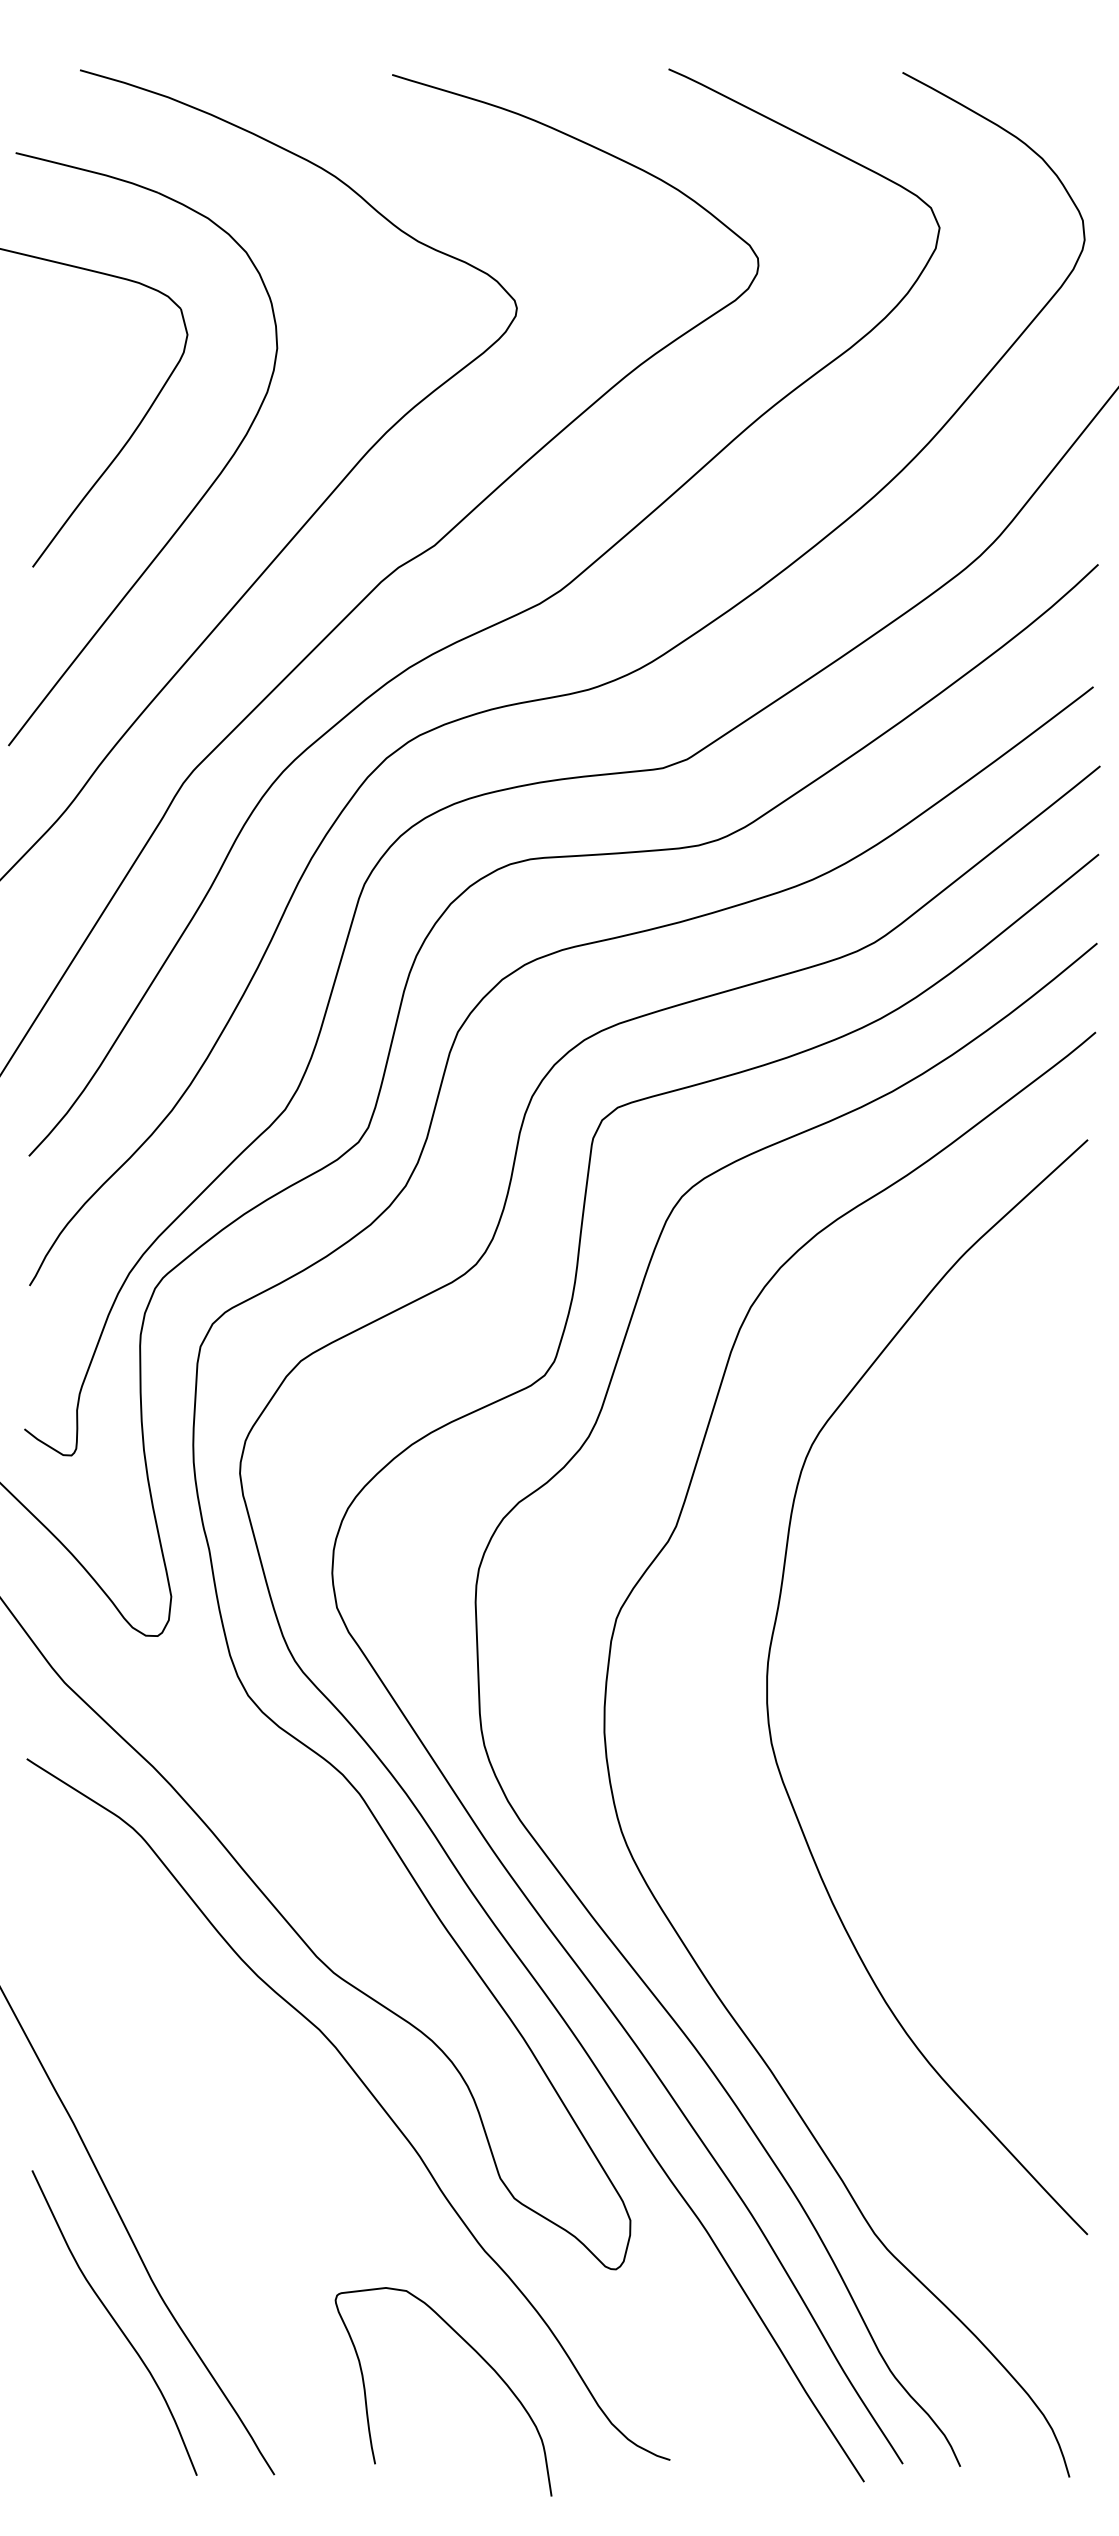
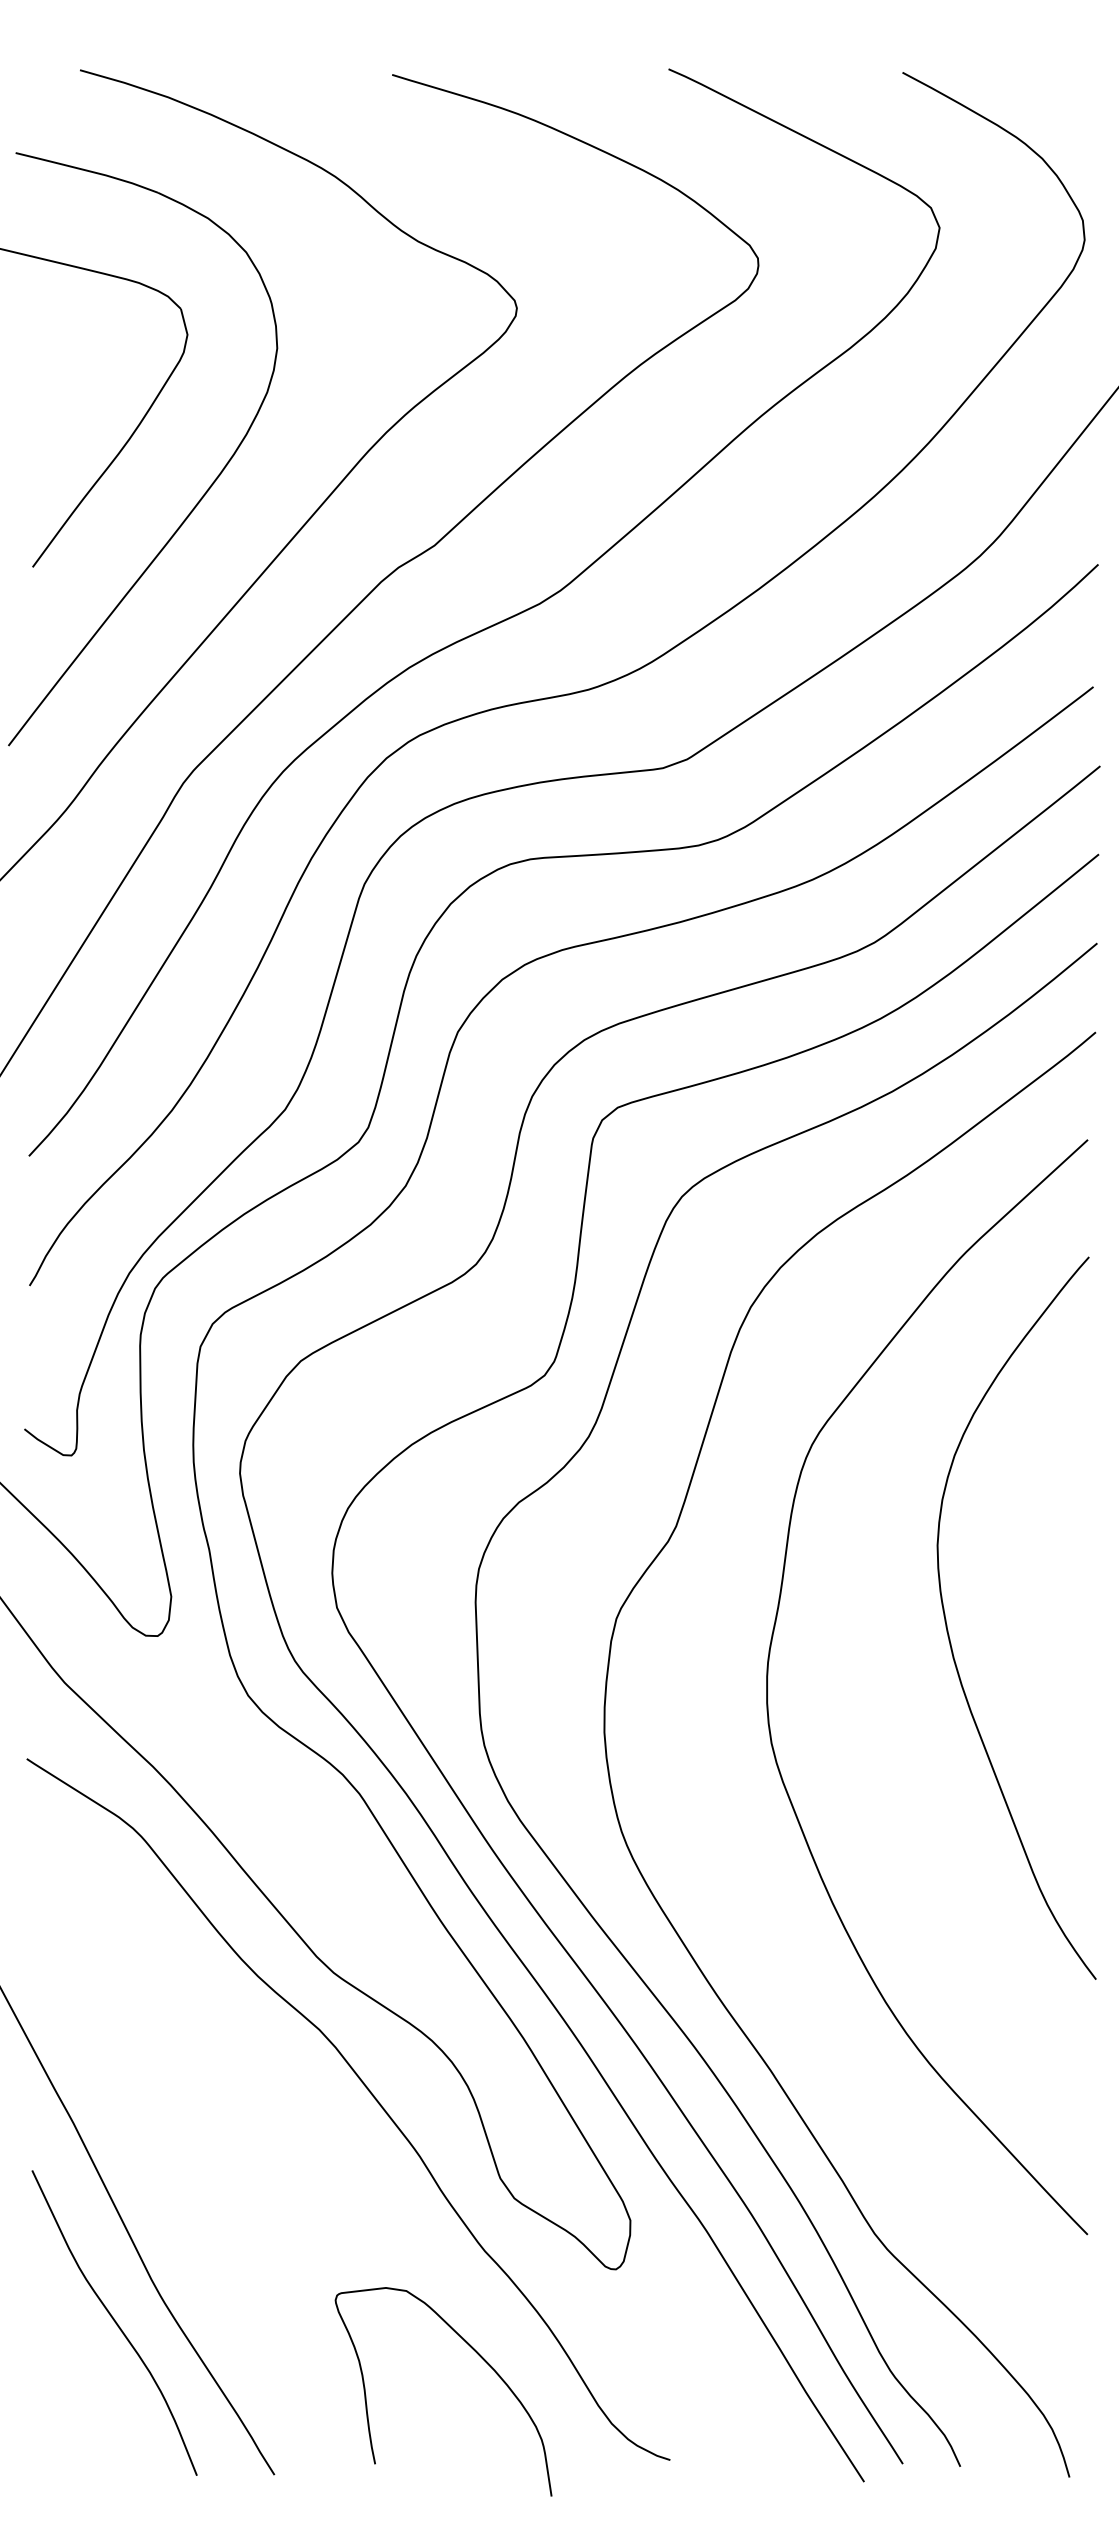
curve at (949, 1634): none -> present
